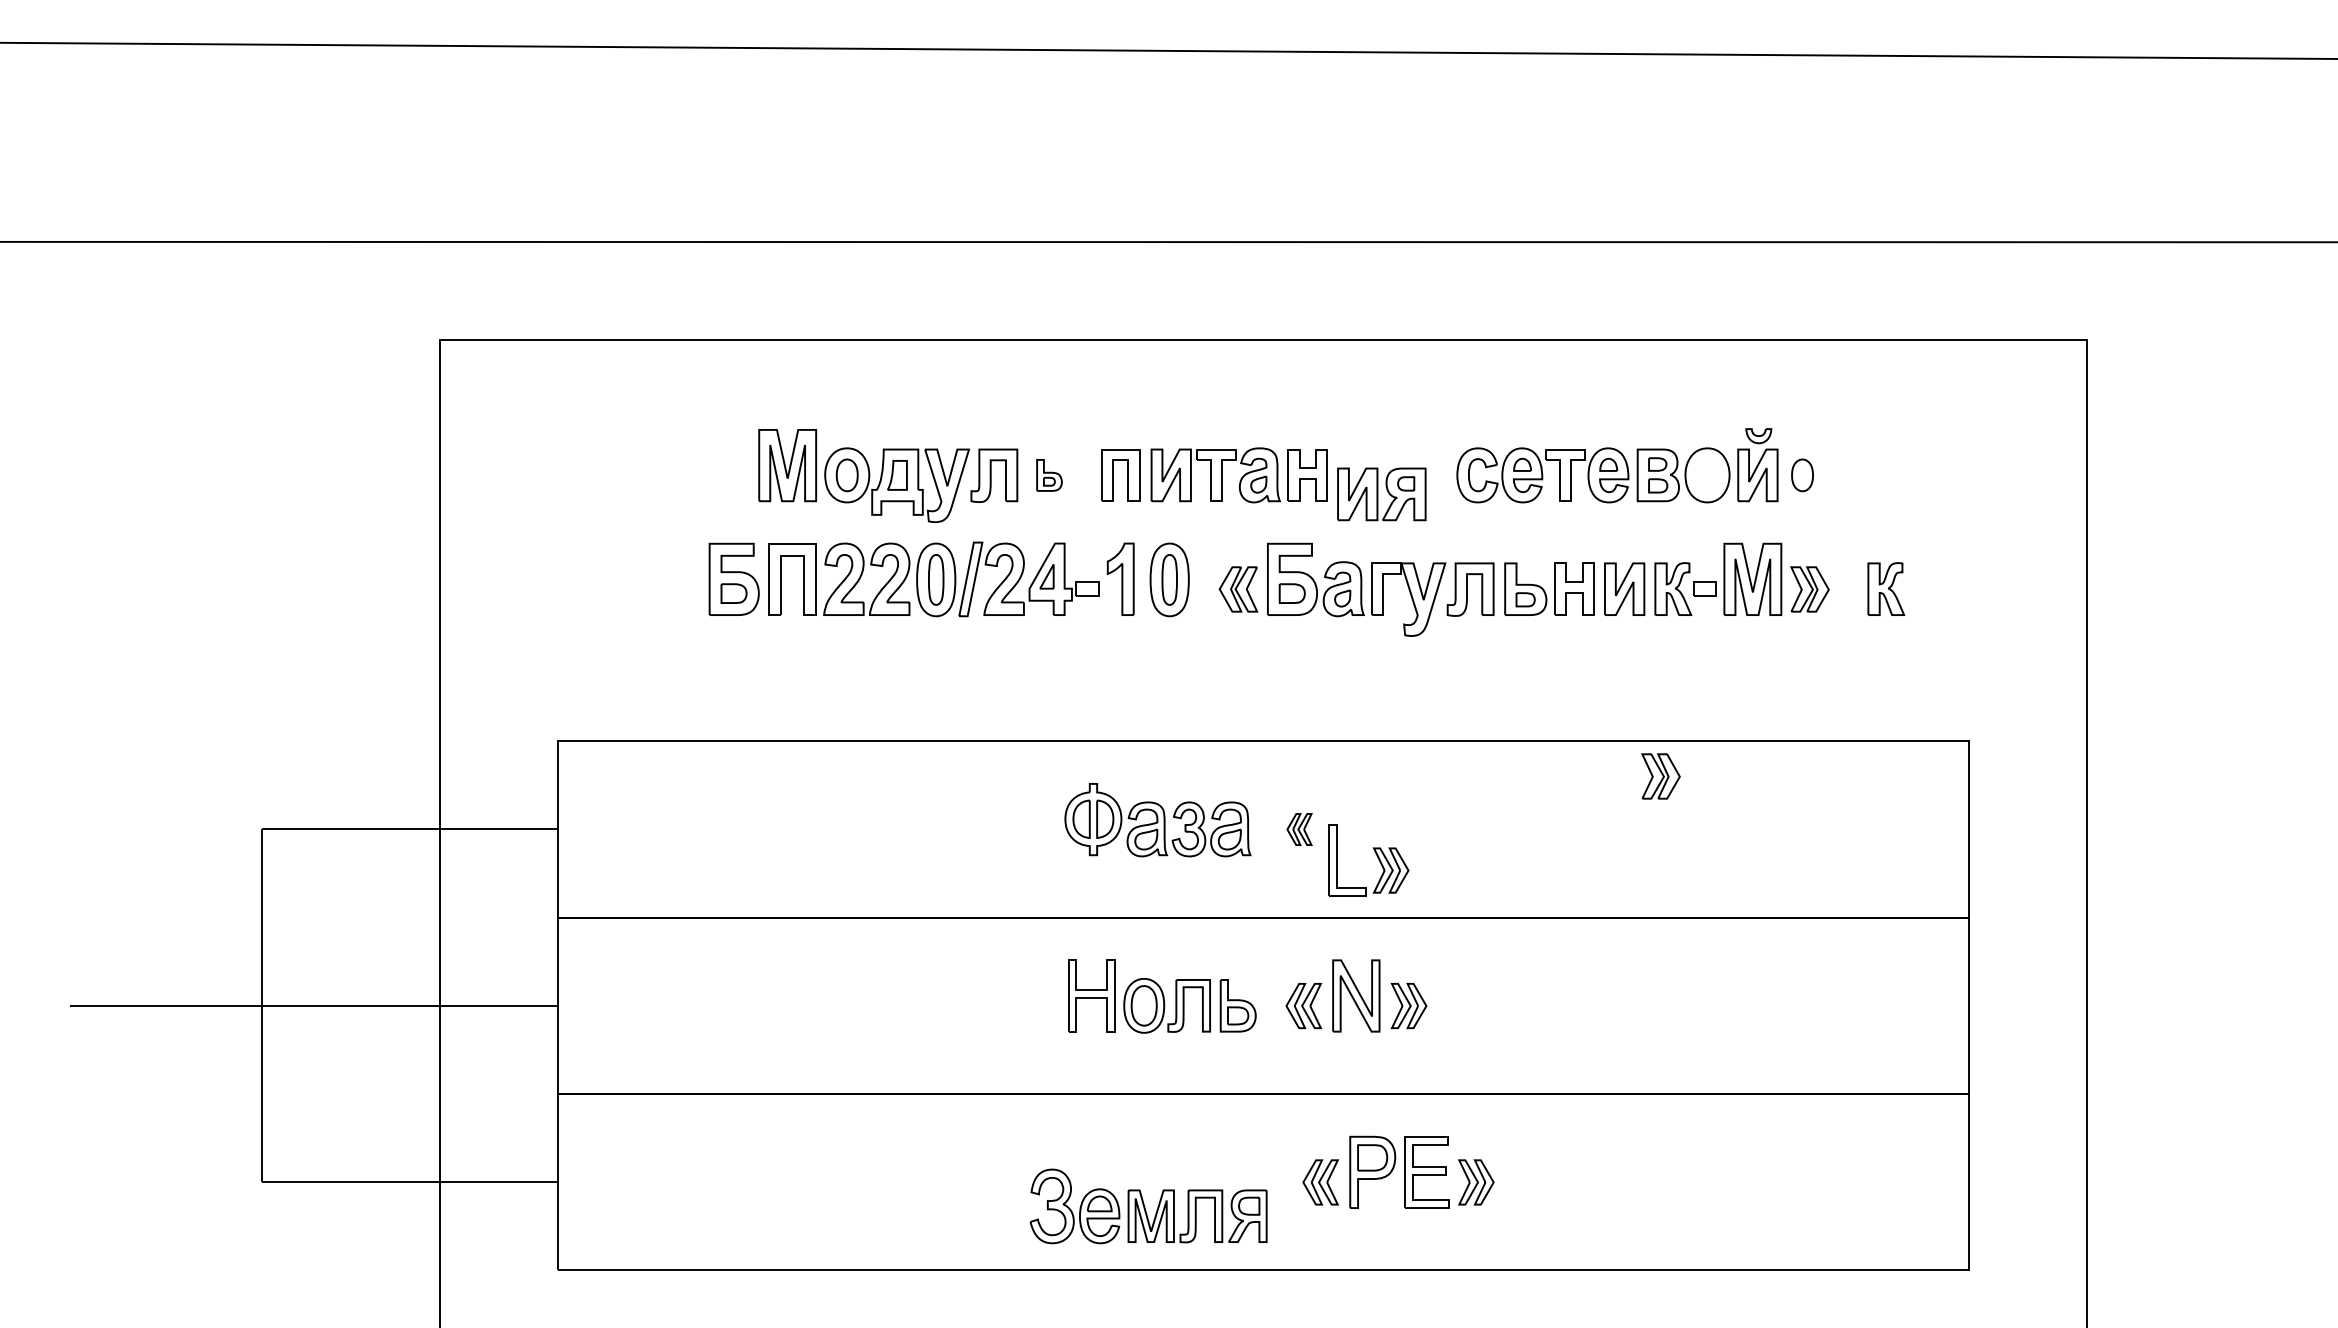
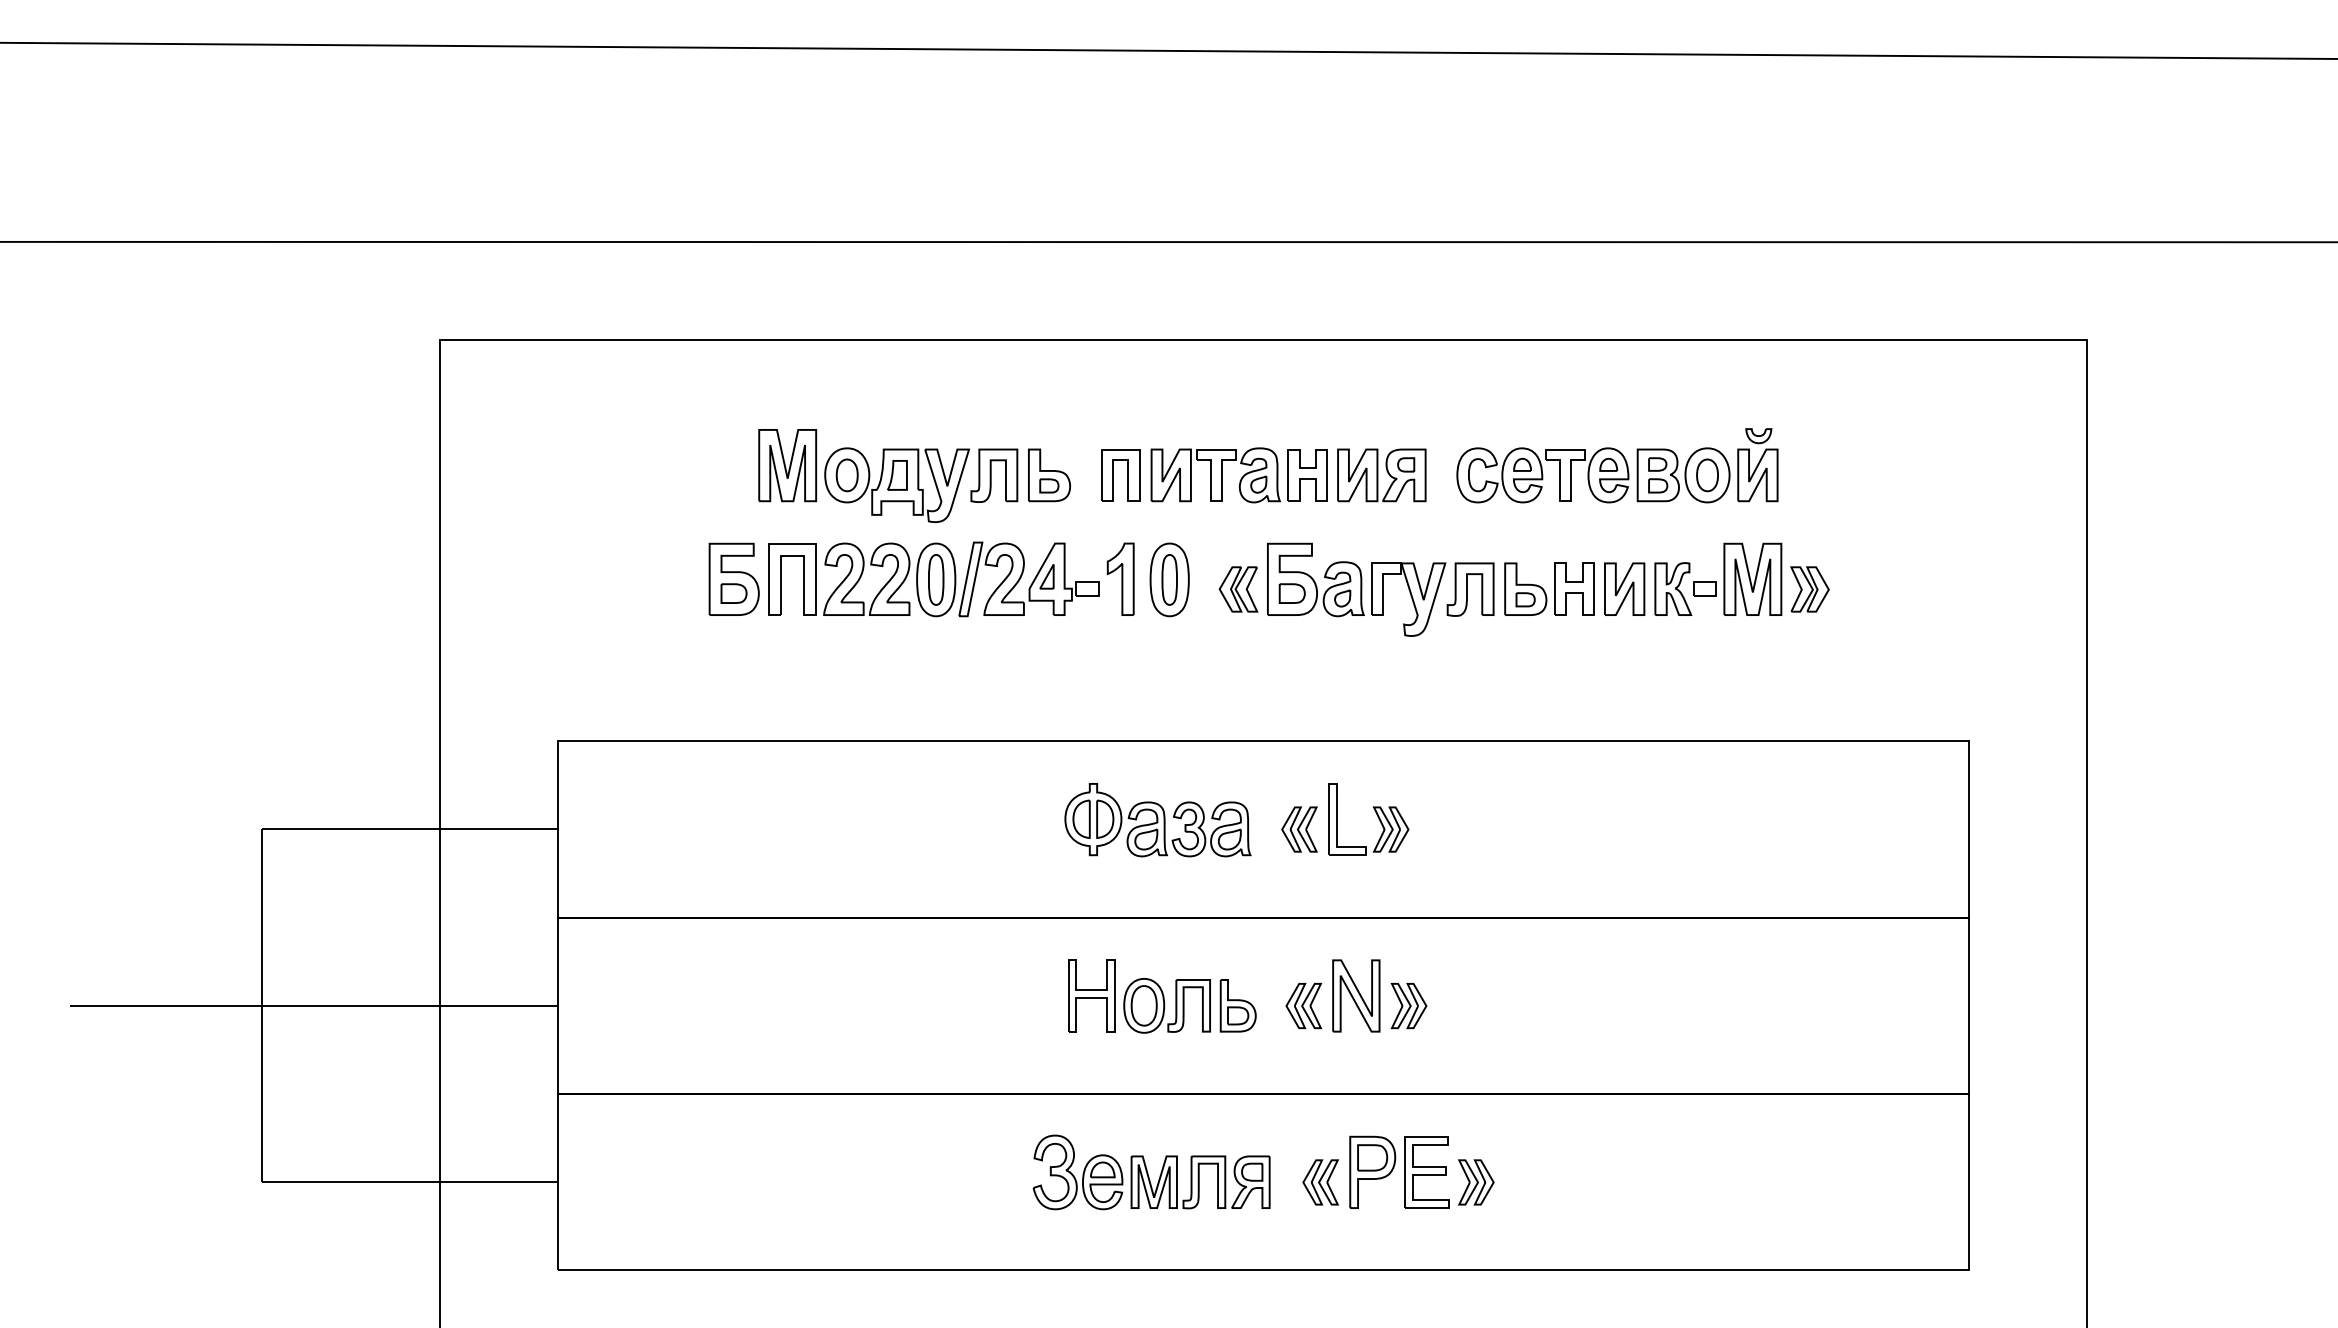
part at (1049, 475) size: 27x33 px -> 43x55 px
part at (1802, 475) position: (1802, 475) -> (1707, 475)
part at (1381, 494) position: (1381, 494) -> (1381, 475)
part at (1886, 588): present -> none
part at (1660, 776): present -> none
part at (1299, 829) size: 27x33 px -> 37x47 px
part at (1376, 856) position: (1376, 856) -> (1376, 815)
part at (1148, 1206) position: (1148, 1206) -> (1151, 1172)
